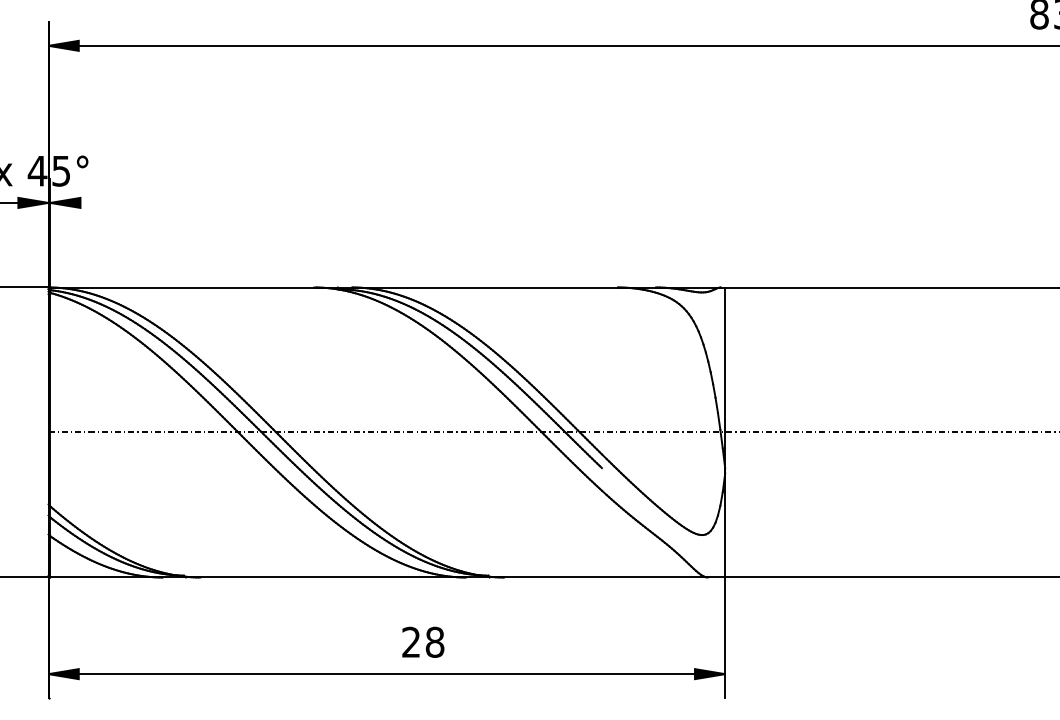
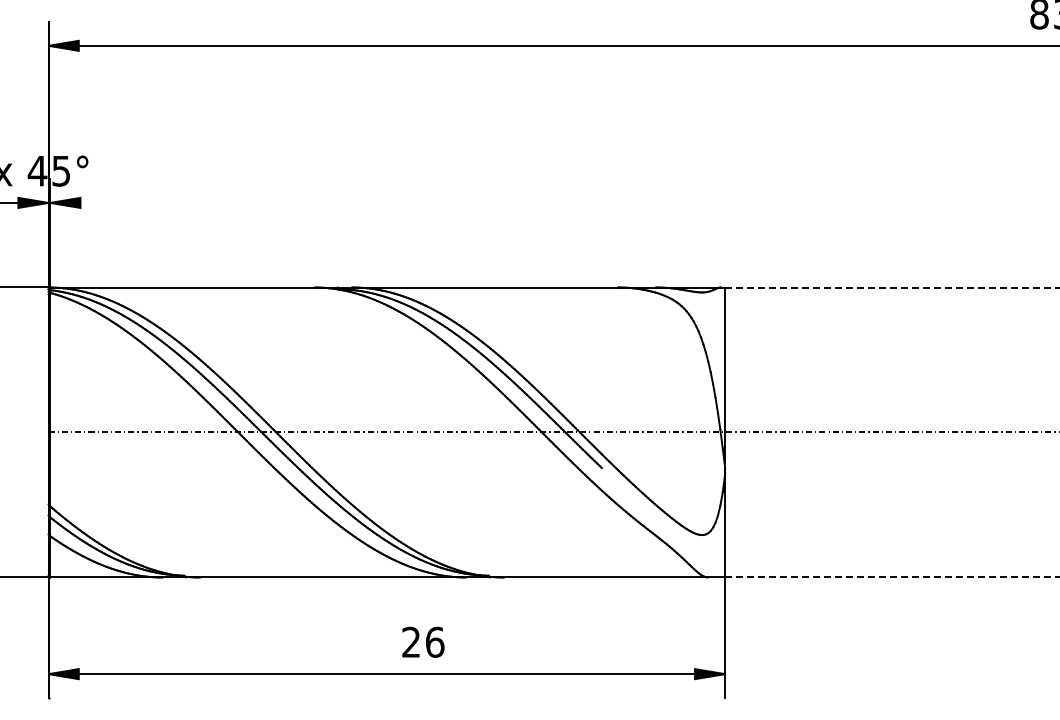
line at (893, 287): solid -> dashed
line at (893, 577): solid -> dashed
text at (434, 641): 28 -> 26
